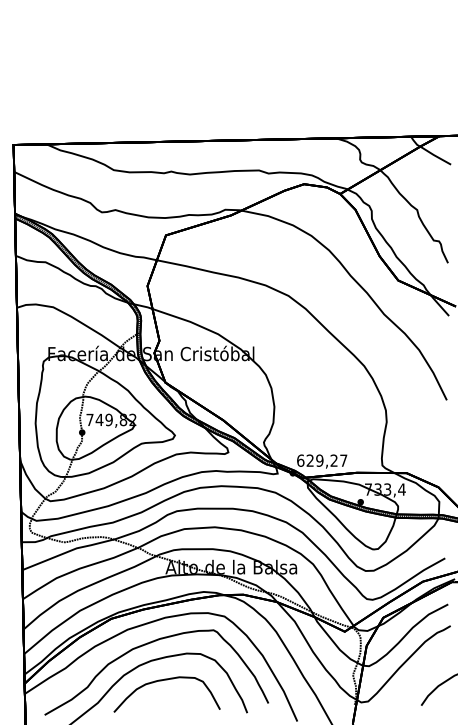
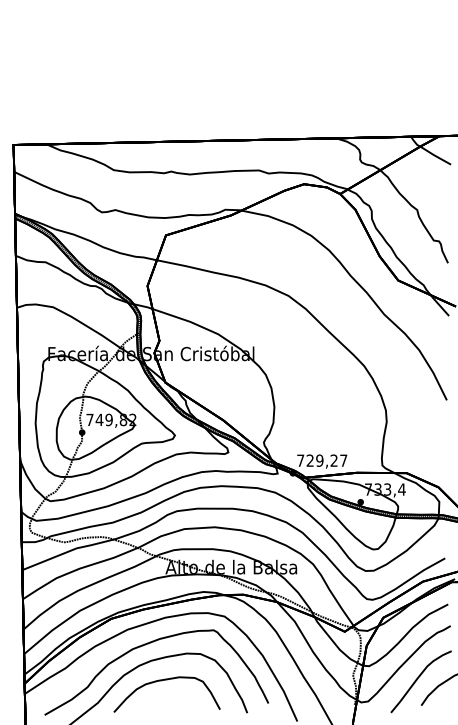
text at (300, 460): 629,27 -> 729,27
curve at (417, 680): none -> present
